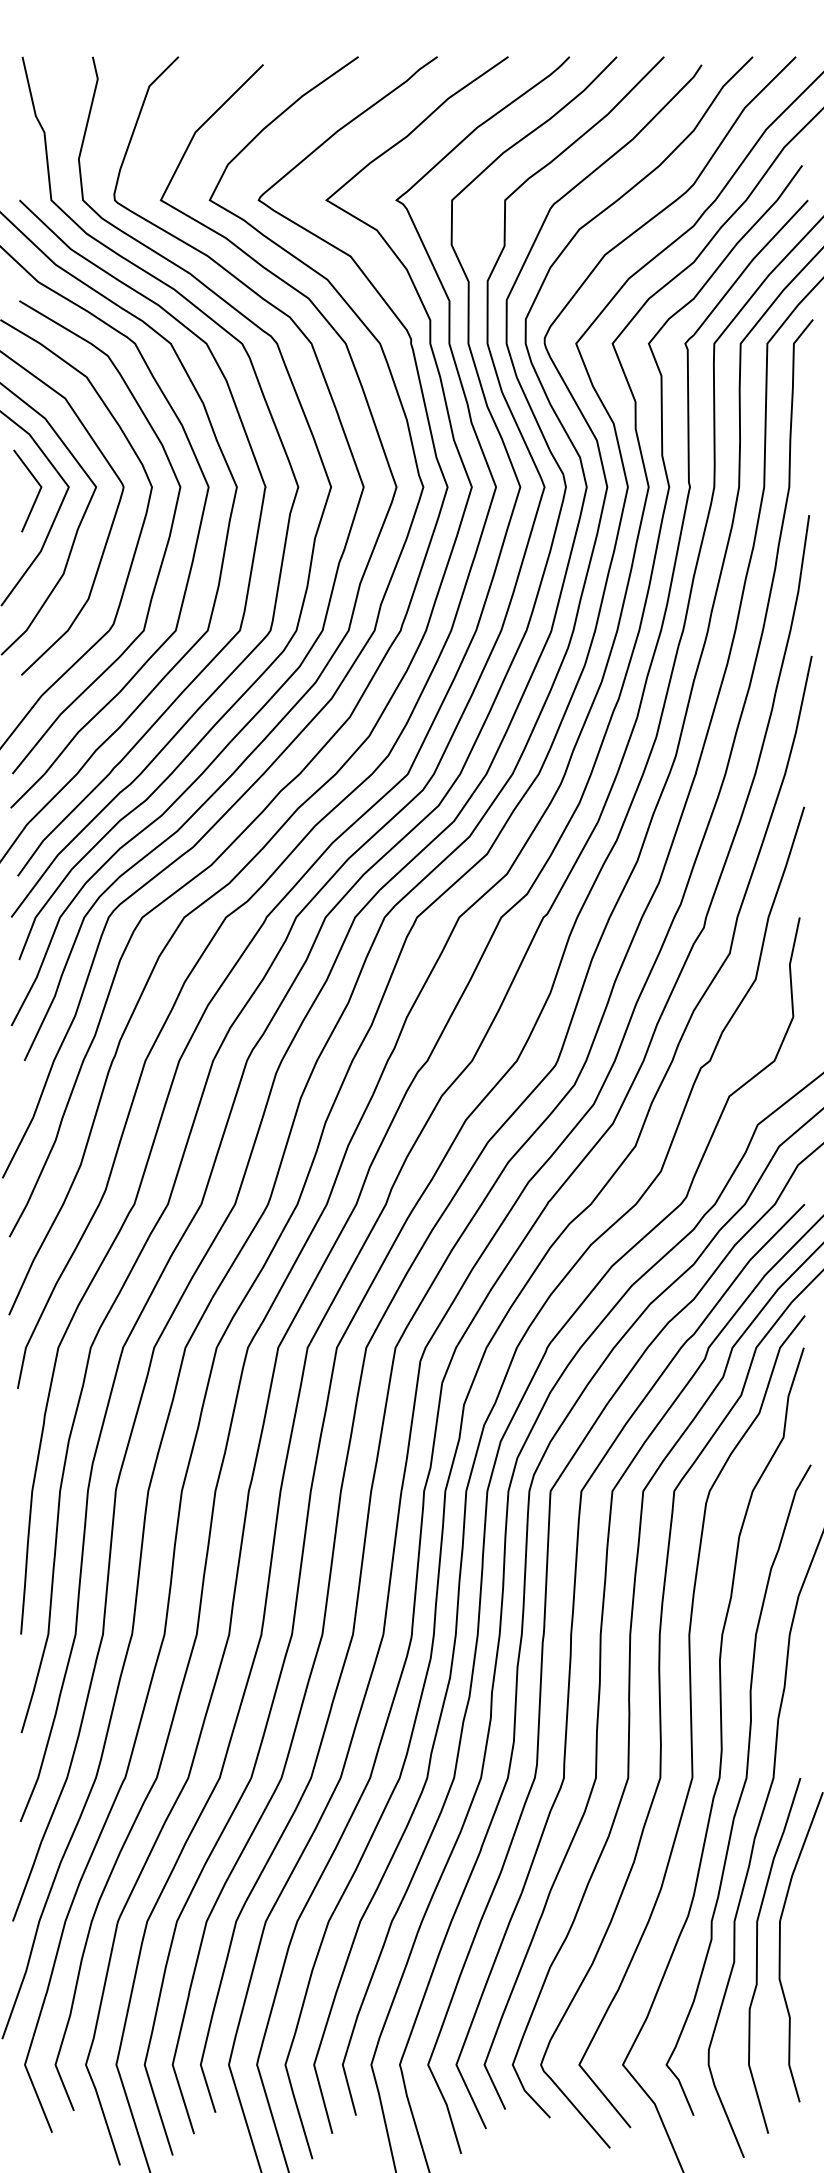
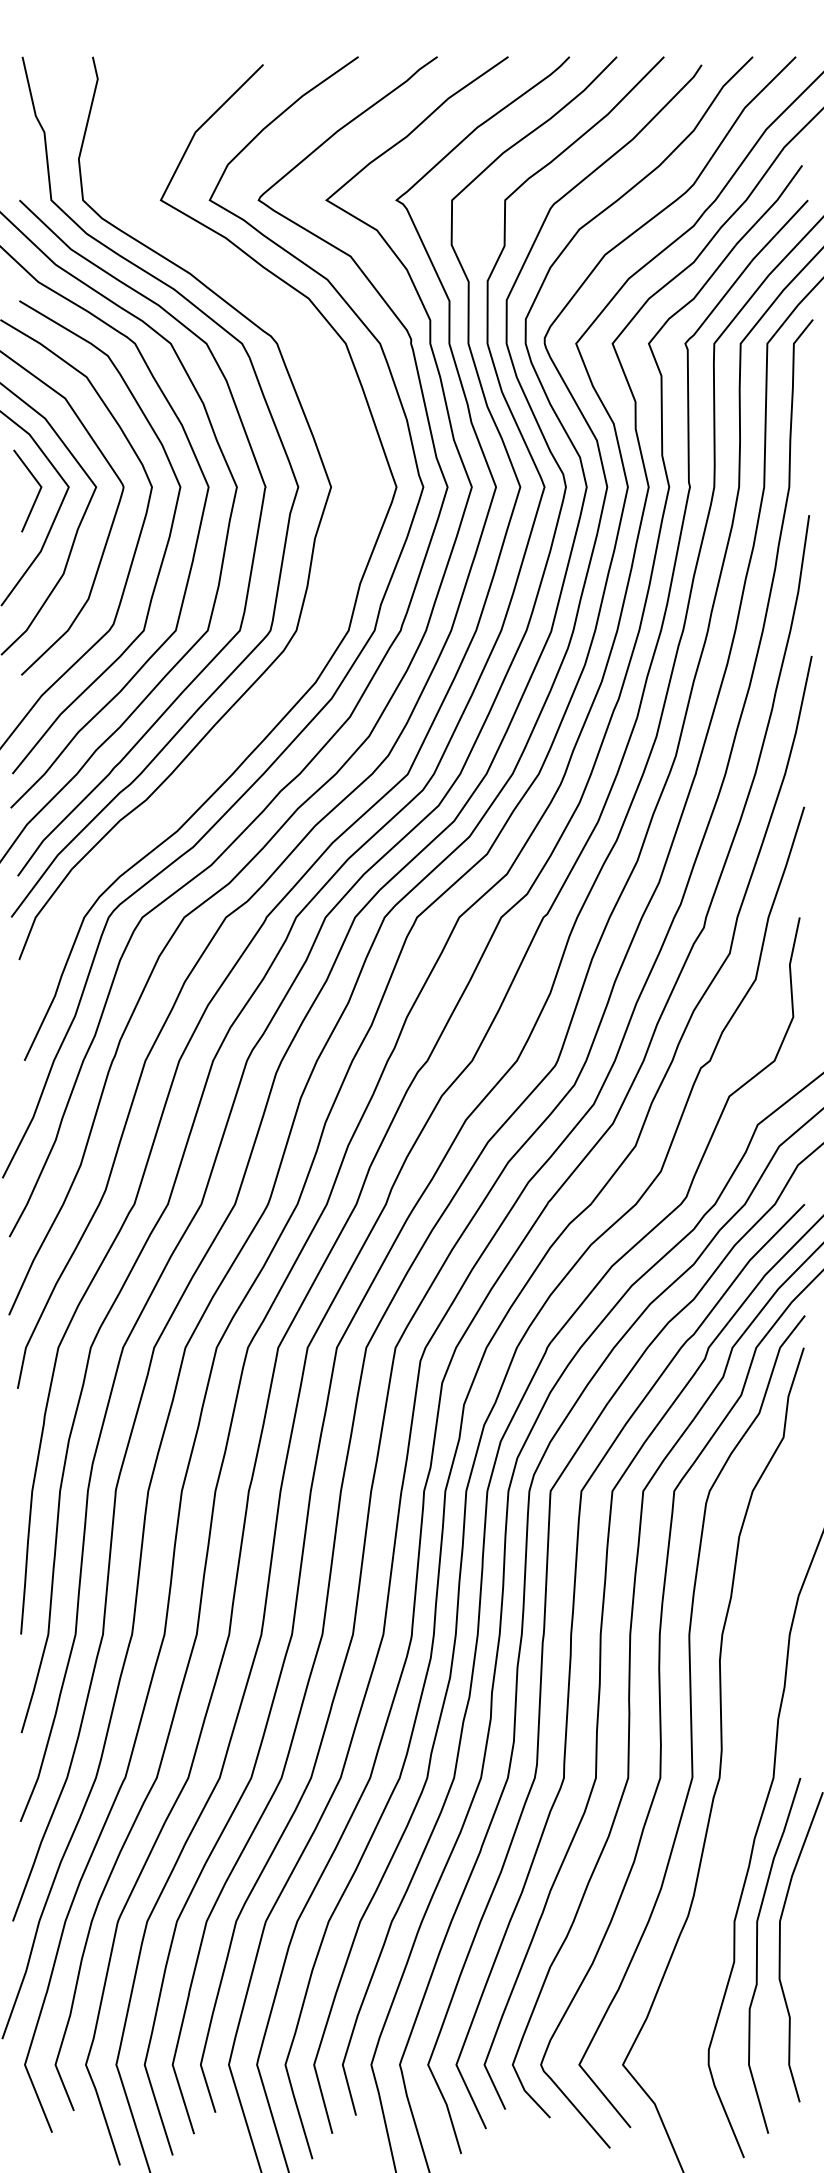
curve at (335, 572): present -> none
curve at (741, 1790): present -> none
